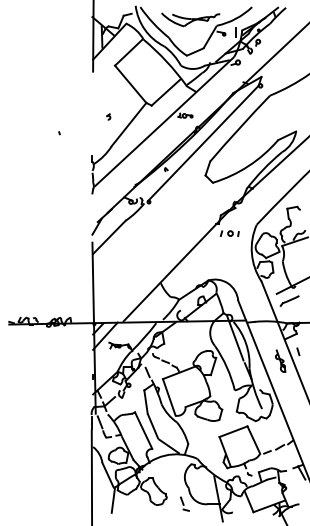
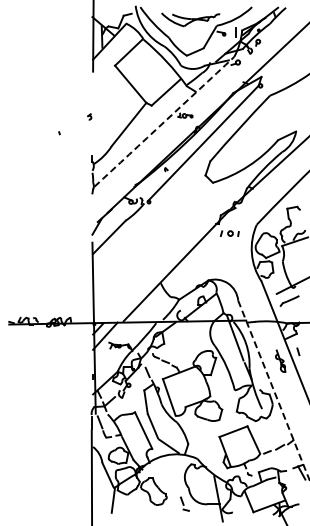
part at (108, 116) position: (108, 116) -> (89, 116)
arc at (164, 121): solid -> dashed
line at (273, 390): solid -> dashed
